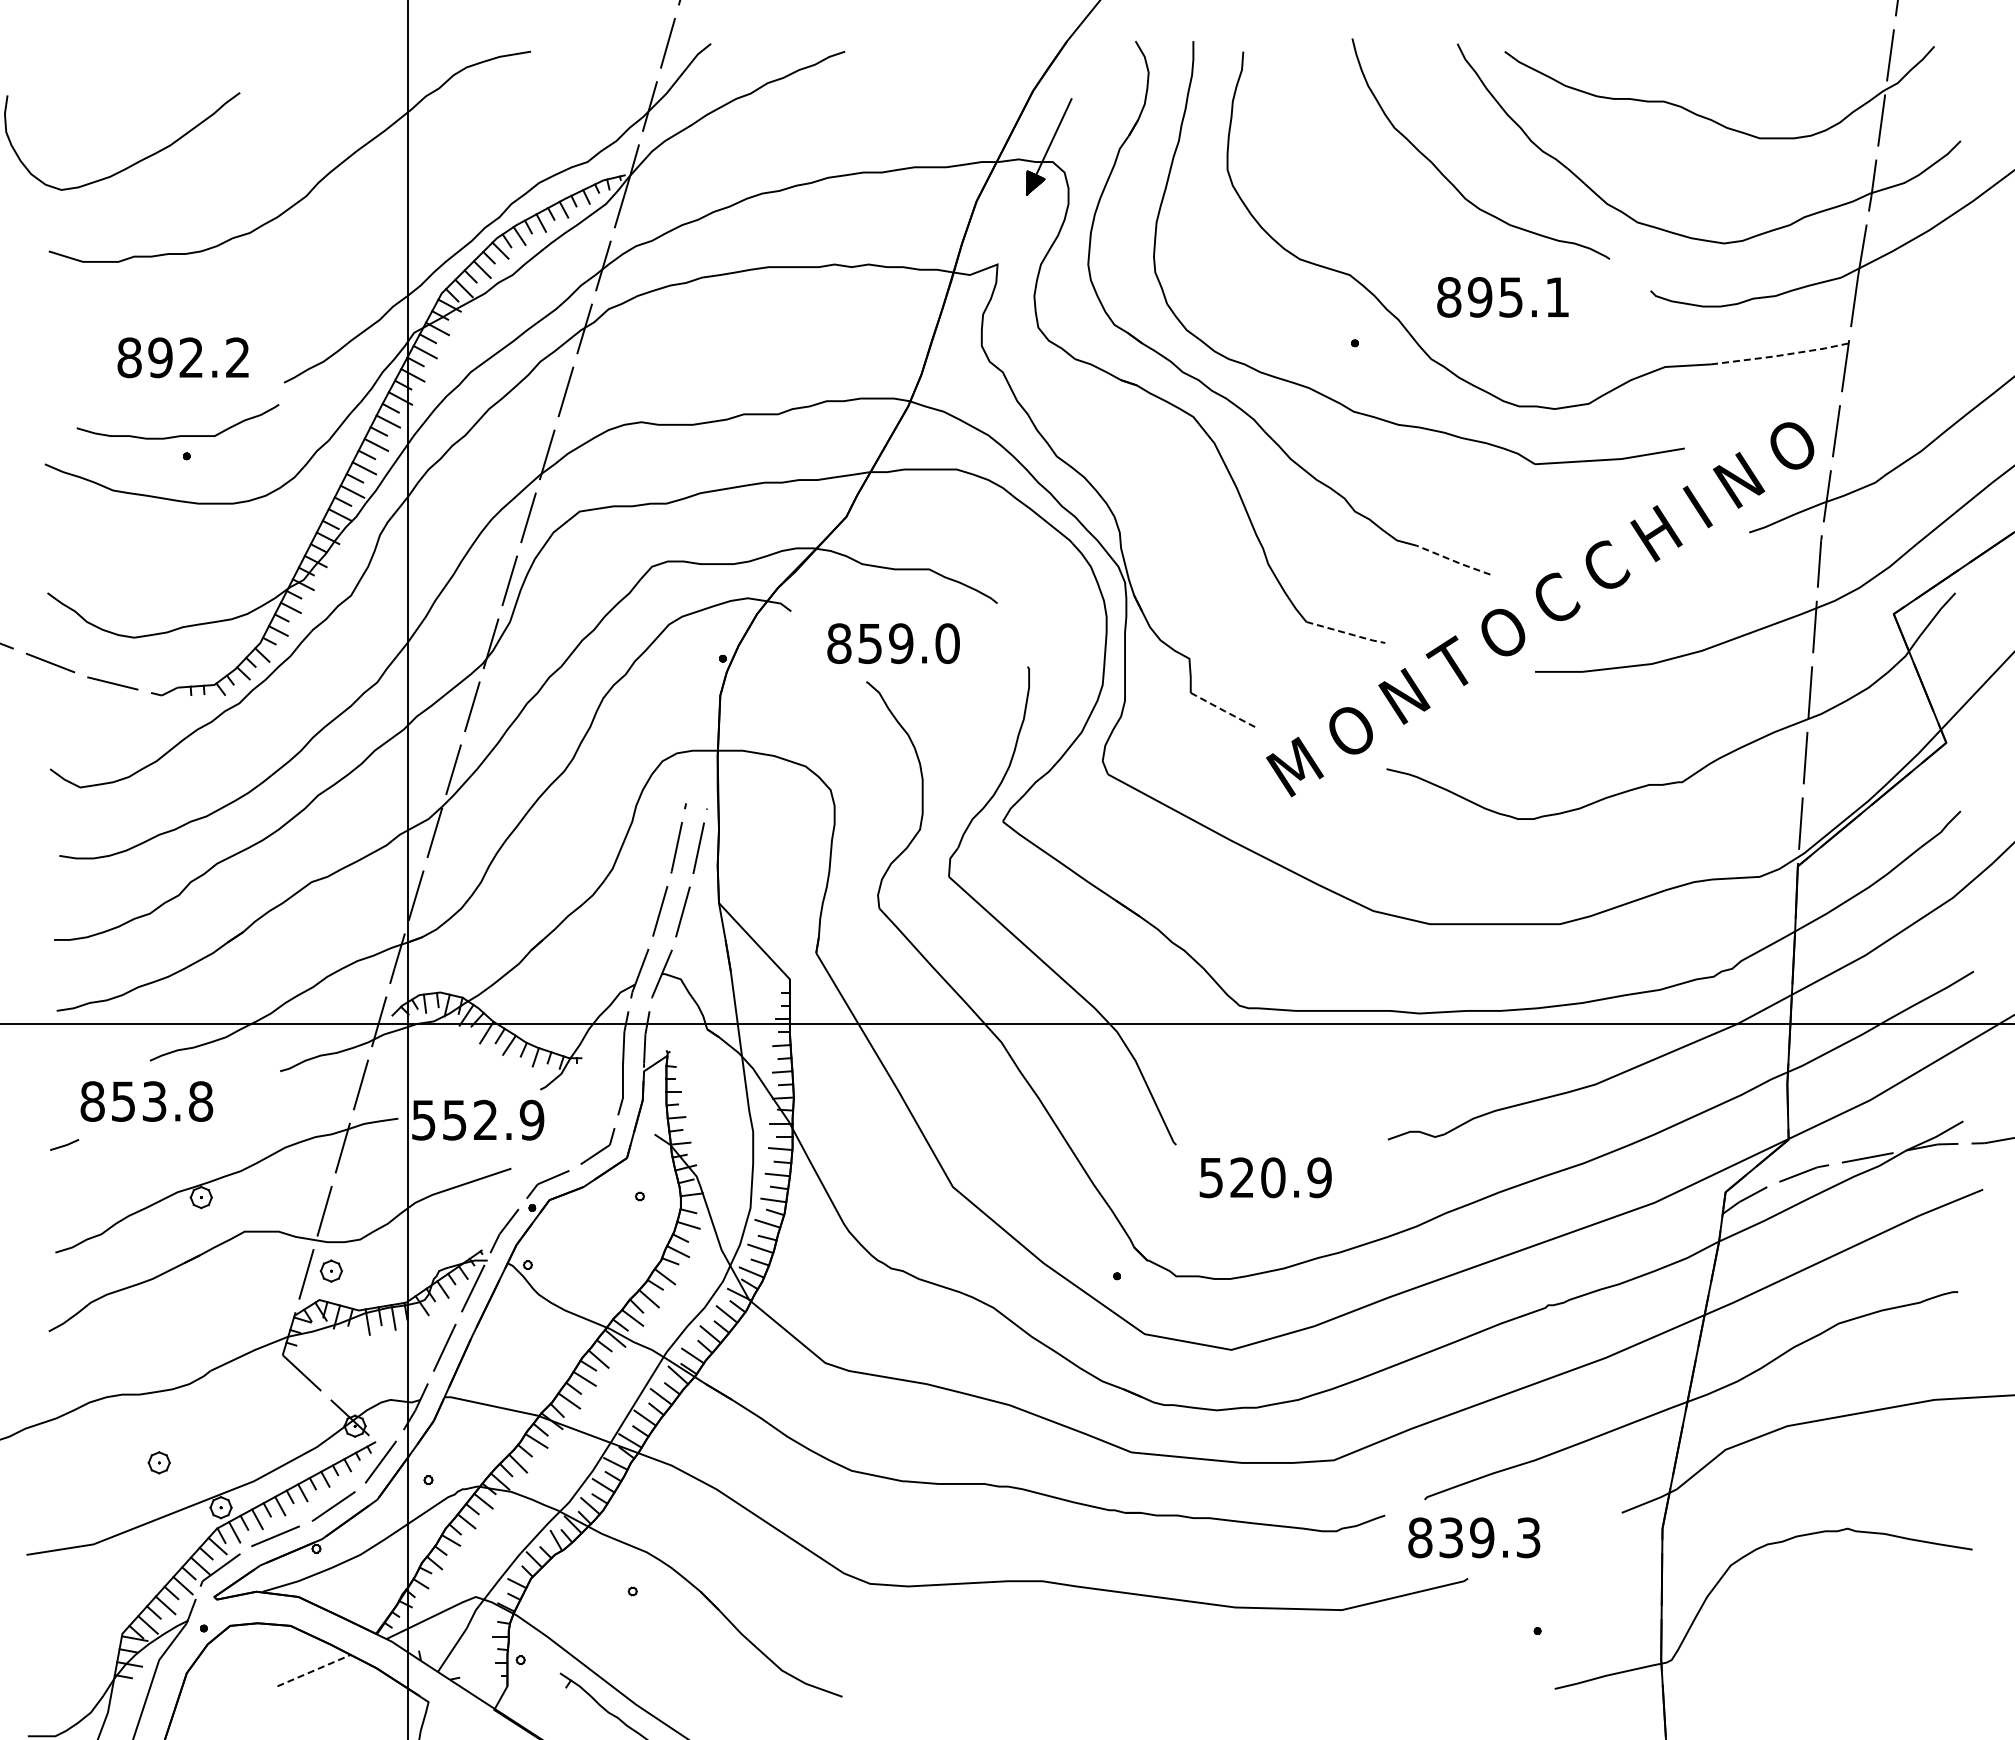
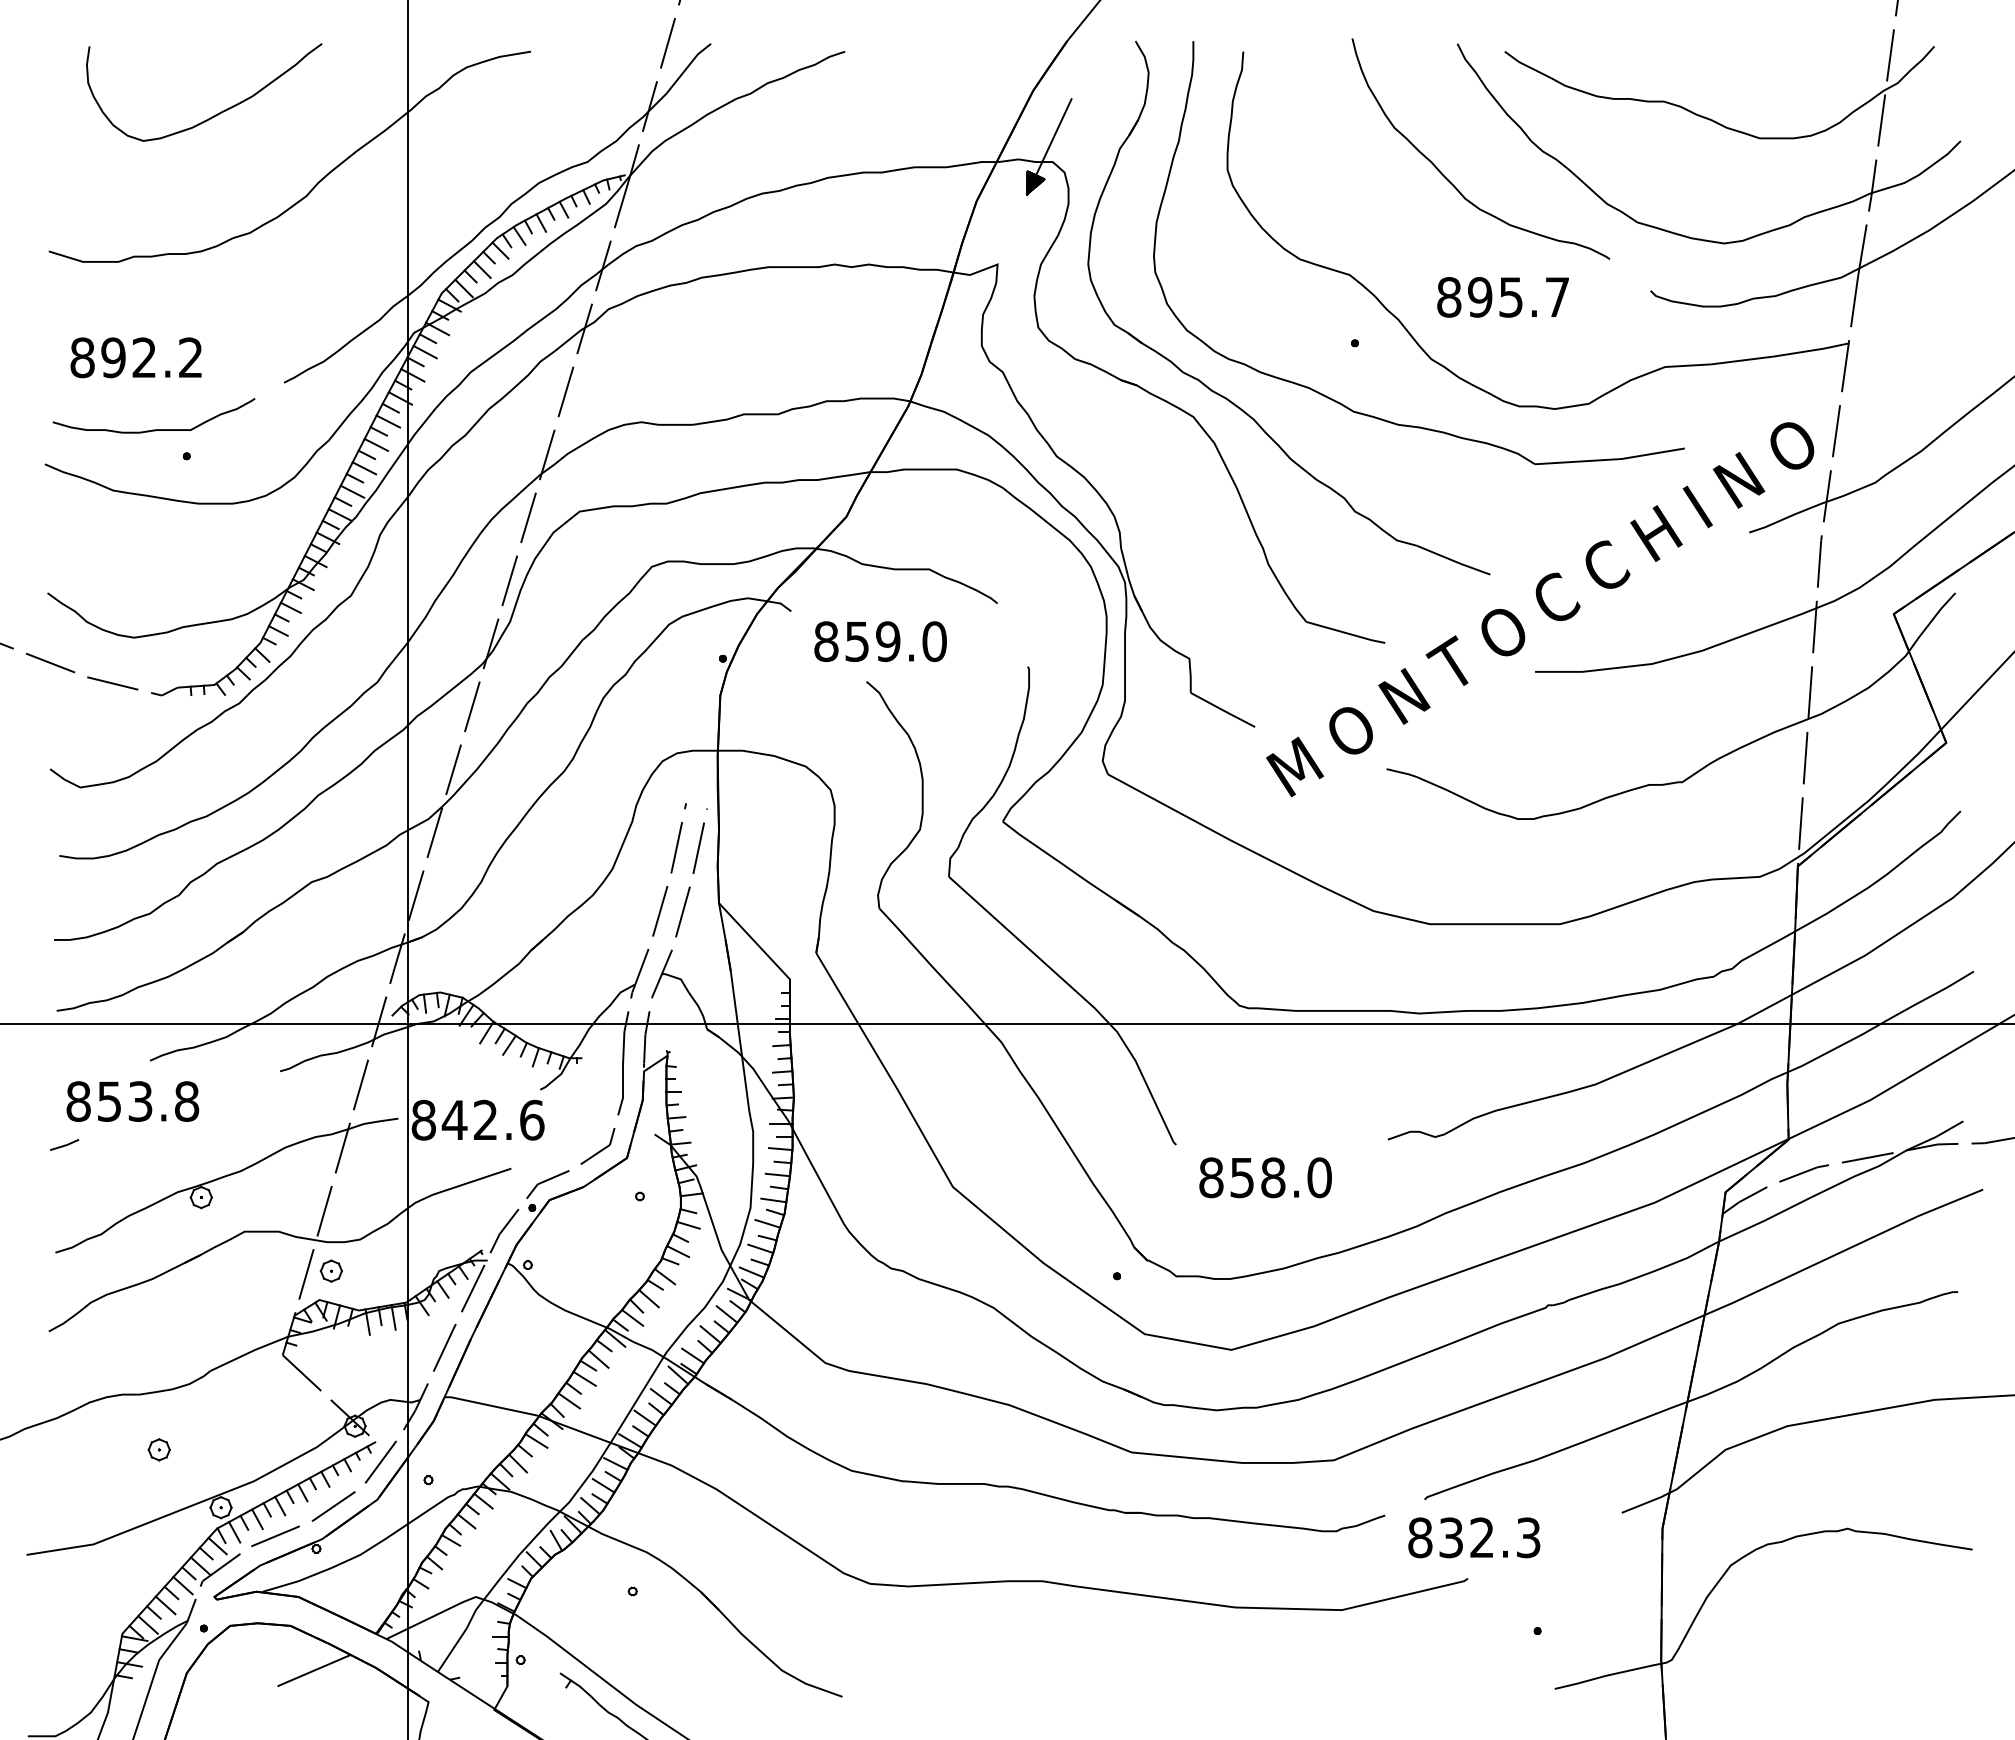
curve at (133, 163) position: (133, 163) -> (215, 114)
text at (1557, 296): 895.1 -> 895.7
line at (1781, 355): dashed -> solid
text at (182, 357) position: (182, 357) -> (135, 357)
curve at (177, 435) position: (177, 435) -> (153, 429)
line at (1453, 560): dashed -> solid
line at (1346, 633): dashed -> solid
text at (893, 643) position: (893, 643) -> (880, 641)
line at (1223, 710): dashed -> solid
text at (146, 1101) position: (146, 1101) -> (132, 1101)
text at (477, 1119): 552.9 -> 842.6
text at (1265, 1177): 520.9 -> 858.0
part at (158, 1462) position: (158, 1462) -> (158, 1449)
text at (1482, 1537): 839.3 -> 832.3
line at (314, 1670): dashed -> solid
